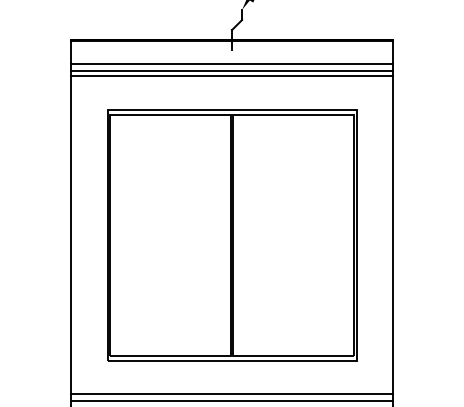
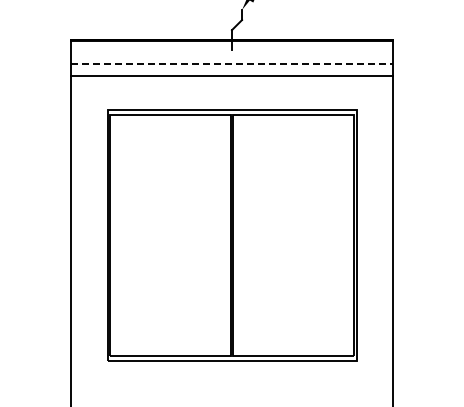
line at (232, 64): solid -> dashed
line at (231, 70): present -> none
line at (231, 393): present -> none
line at (231, 400): present -> none
